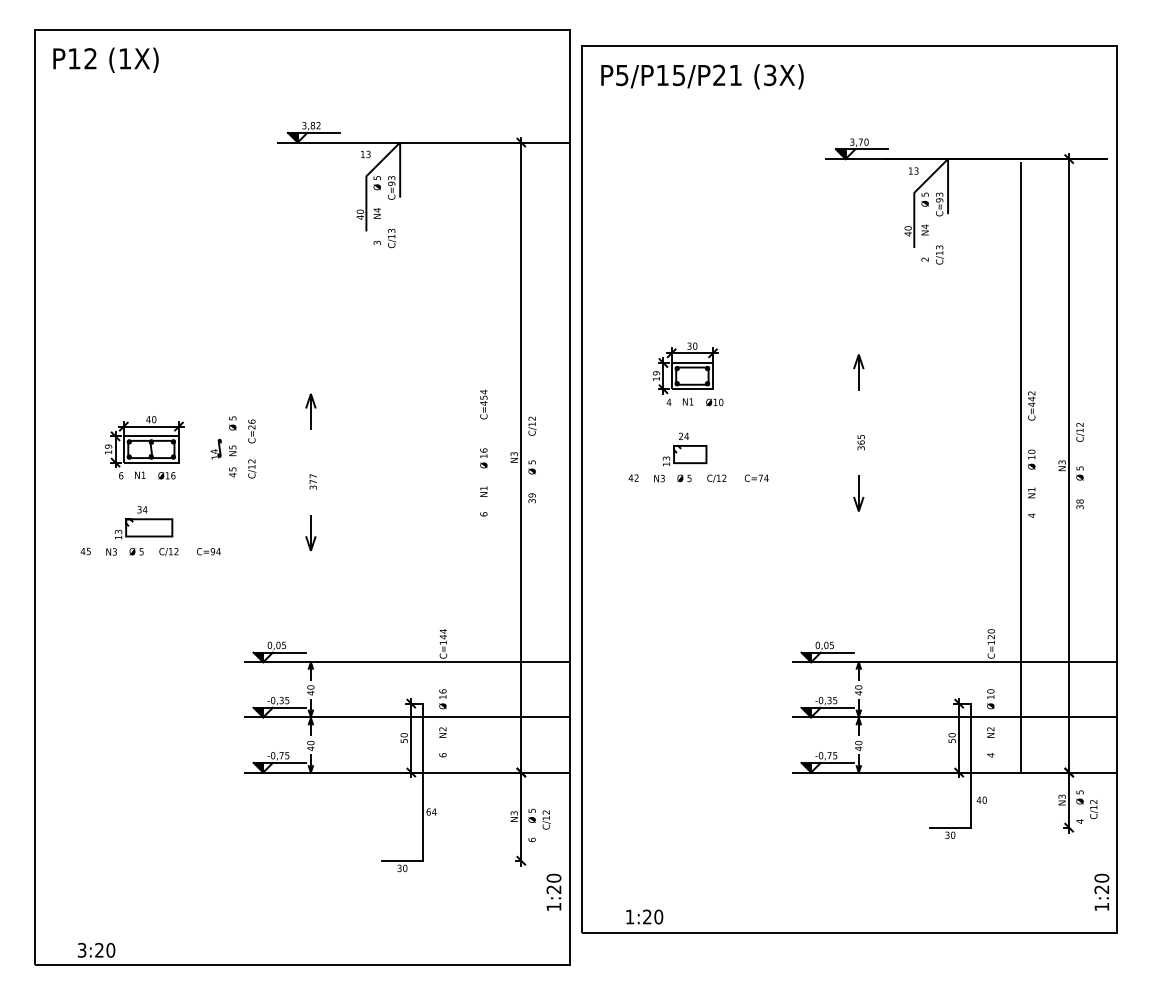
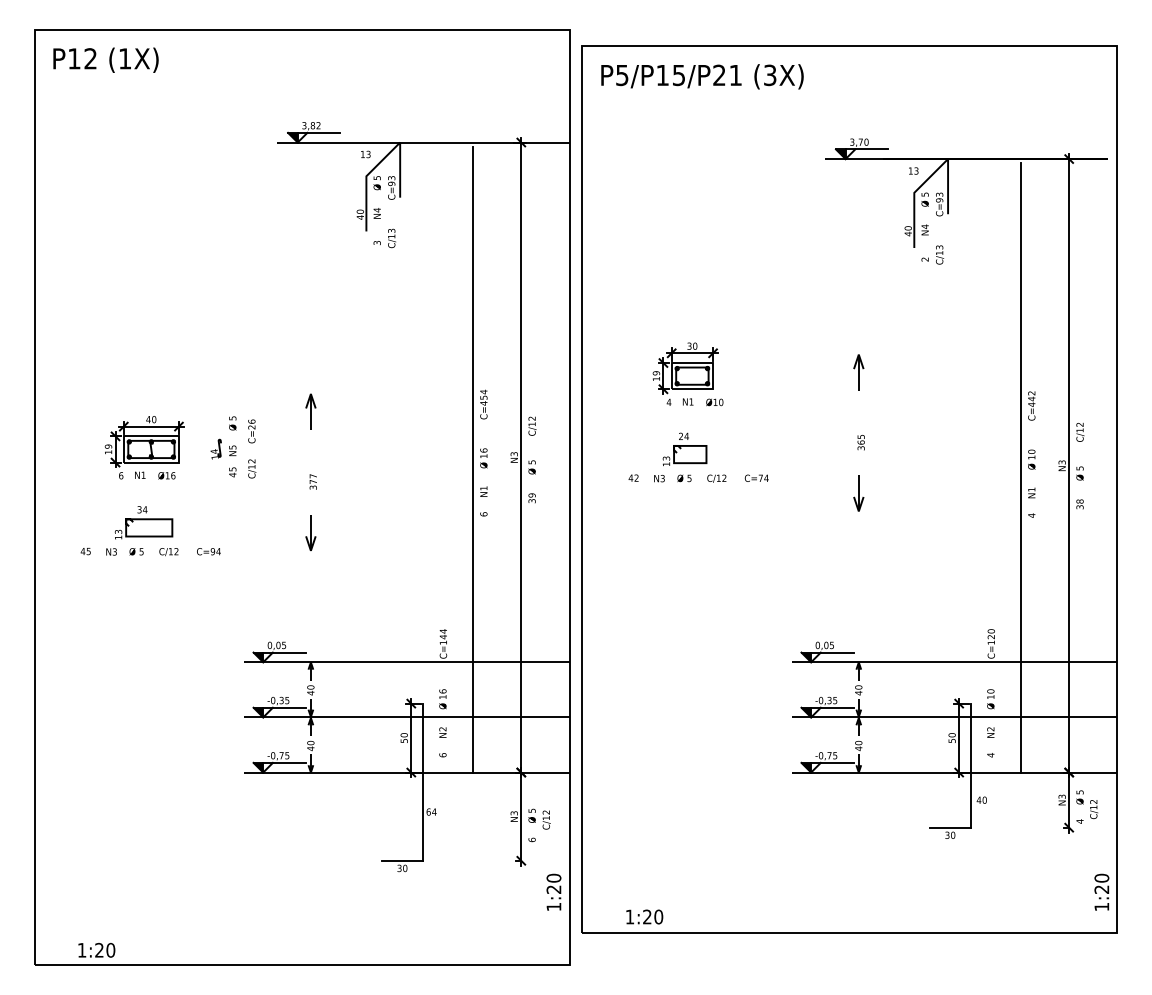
line at (473, 459): none -> present
text at (81, 949): 3:20 -> 1:20
